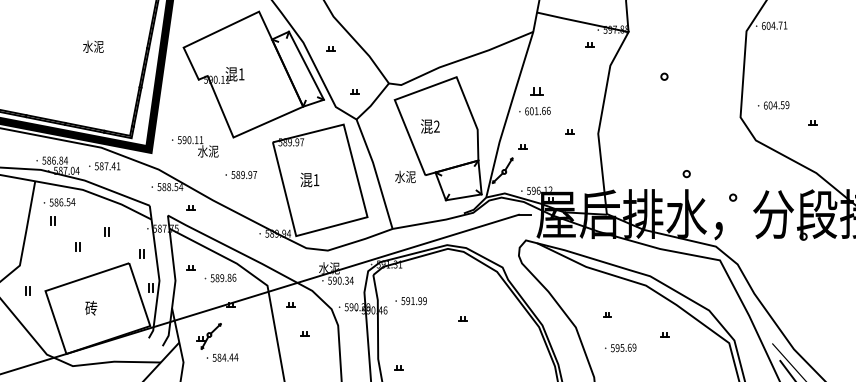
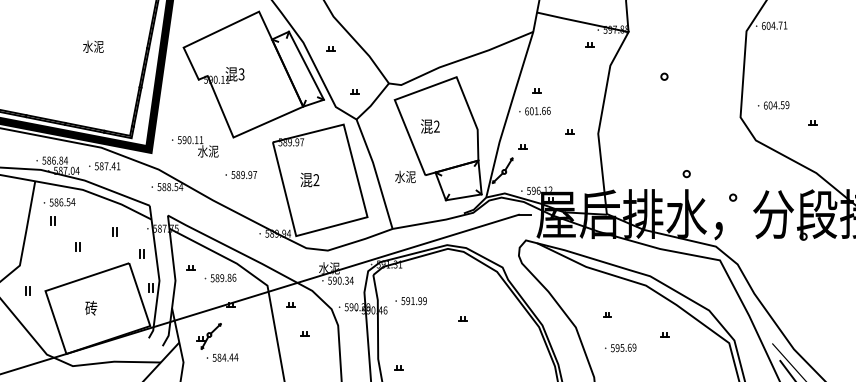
text at (241, 74): 1 -> 3
part at (536, 91) size: 14x9 px -> 10x6 px
text at (316, 179): 1 -> 2
part at (190, 207): present -> none
part at (106, 231) position: (106, 231) -> (114, 231)
